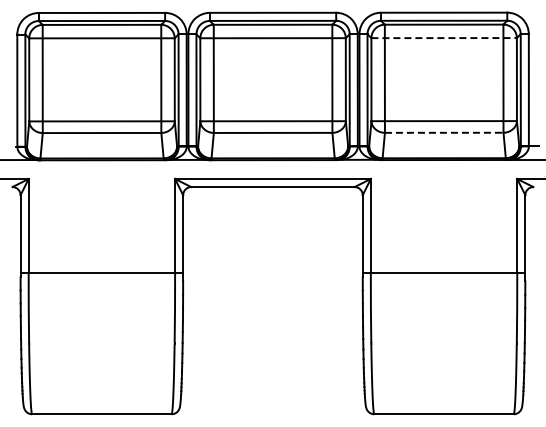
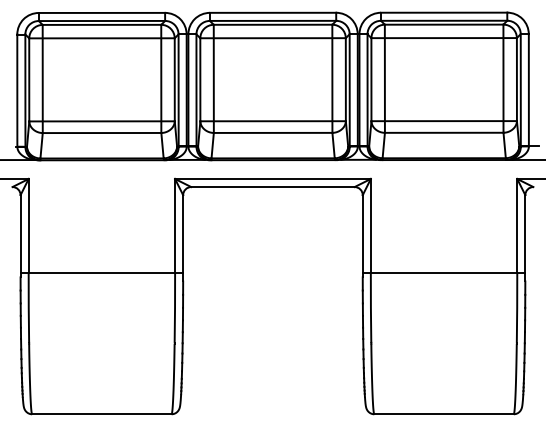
line at (444, 38): dashed -> solid
line at (444, 132): dashed -> solid
